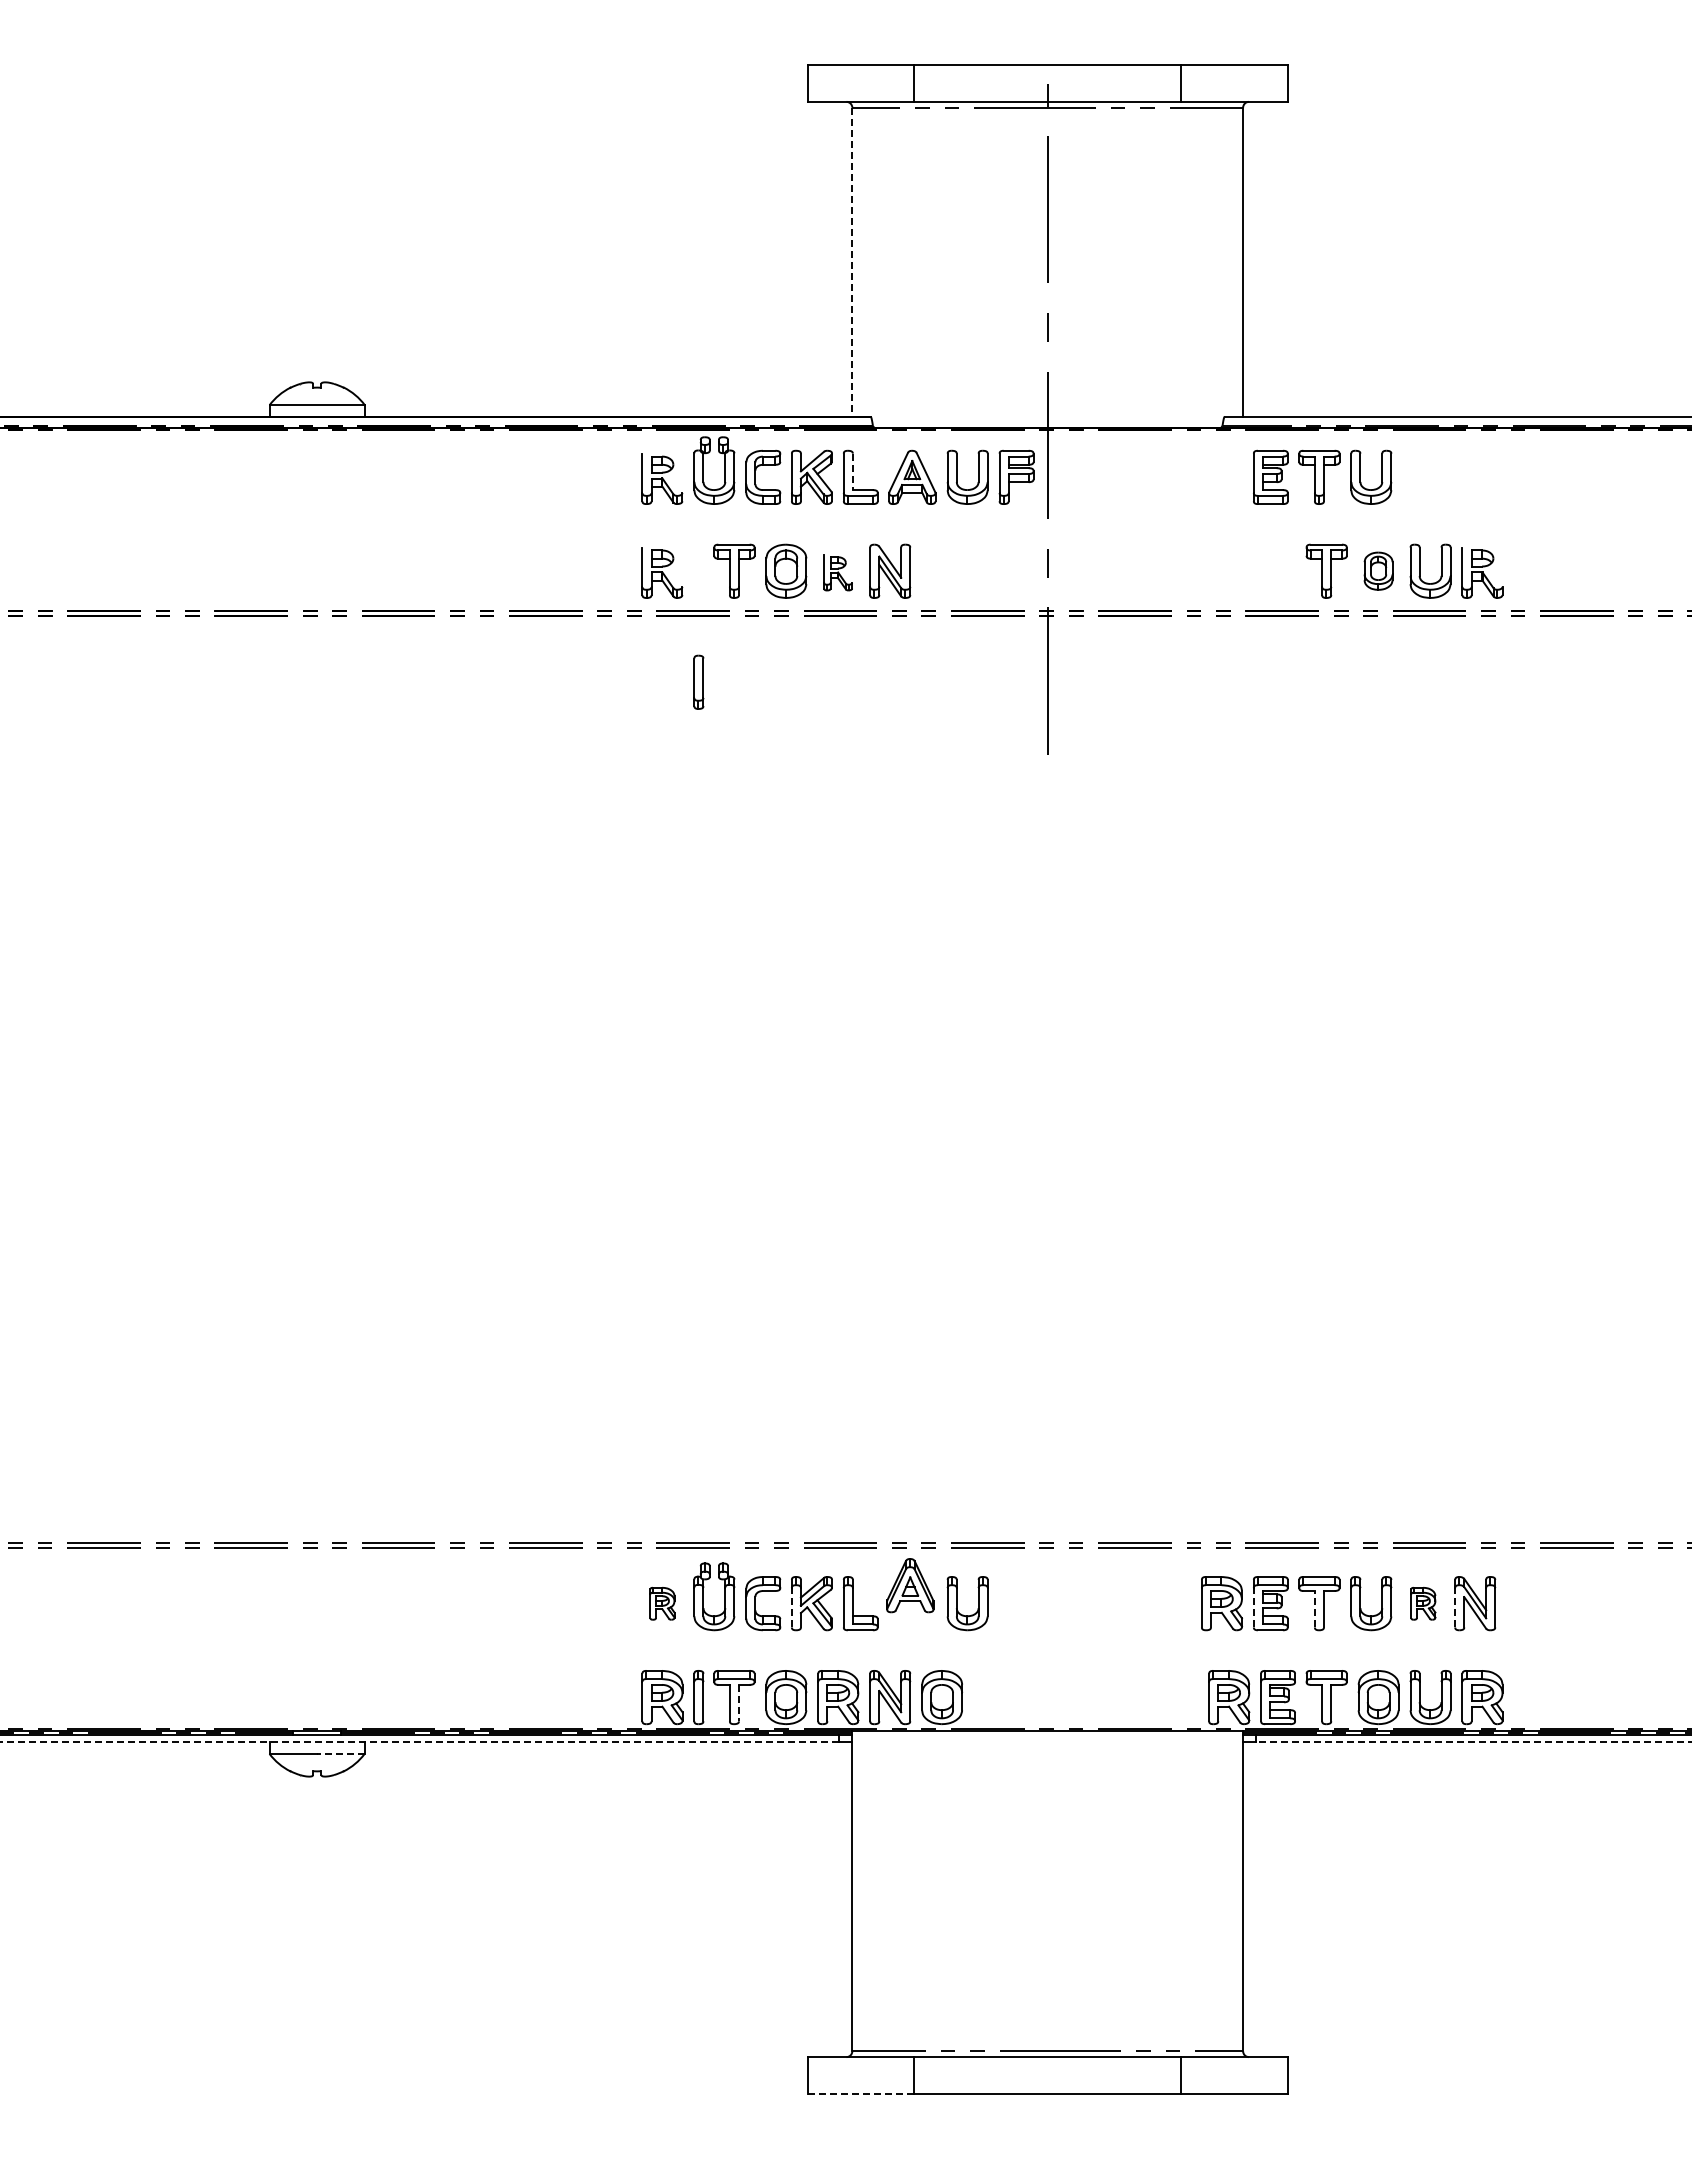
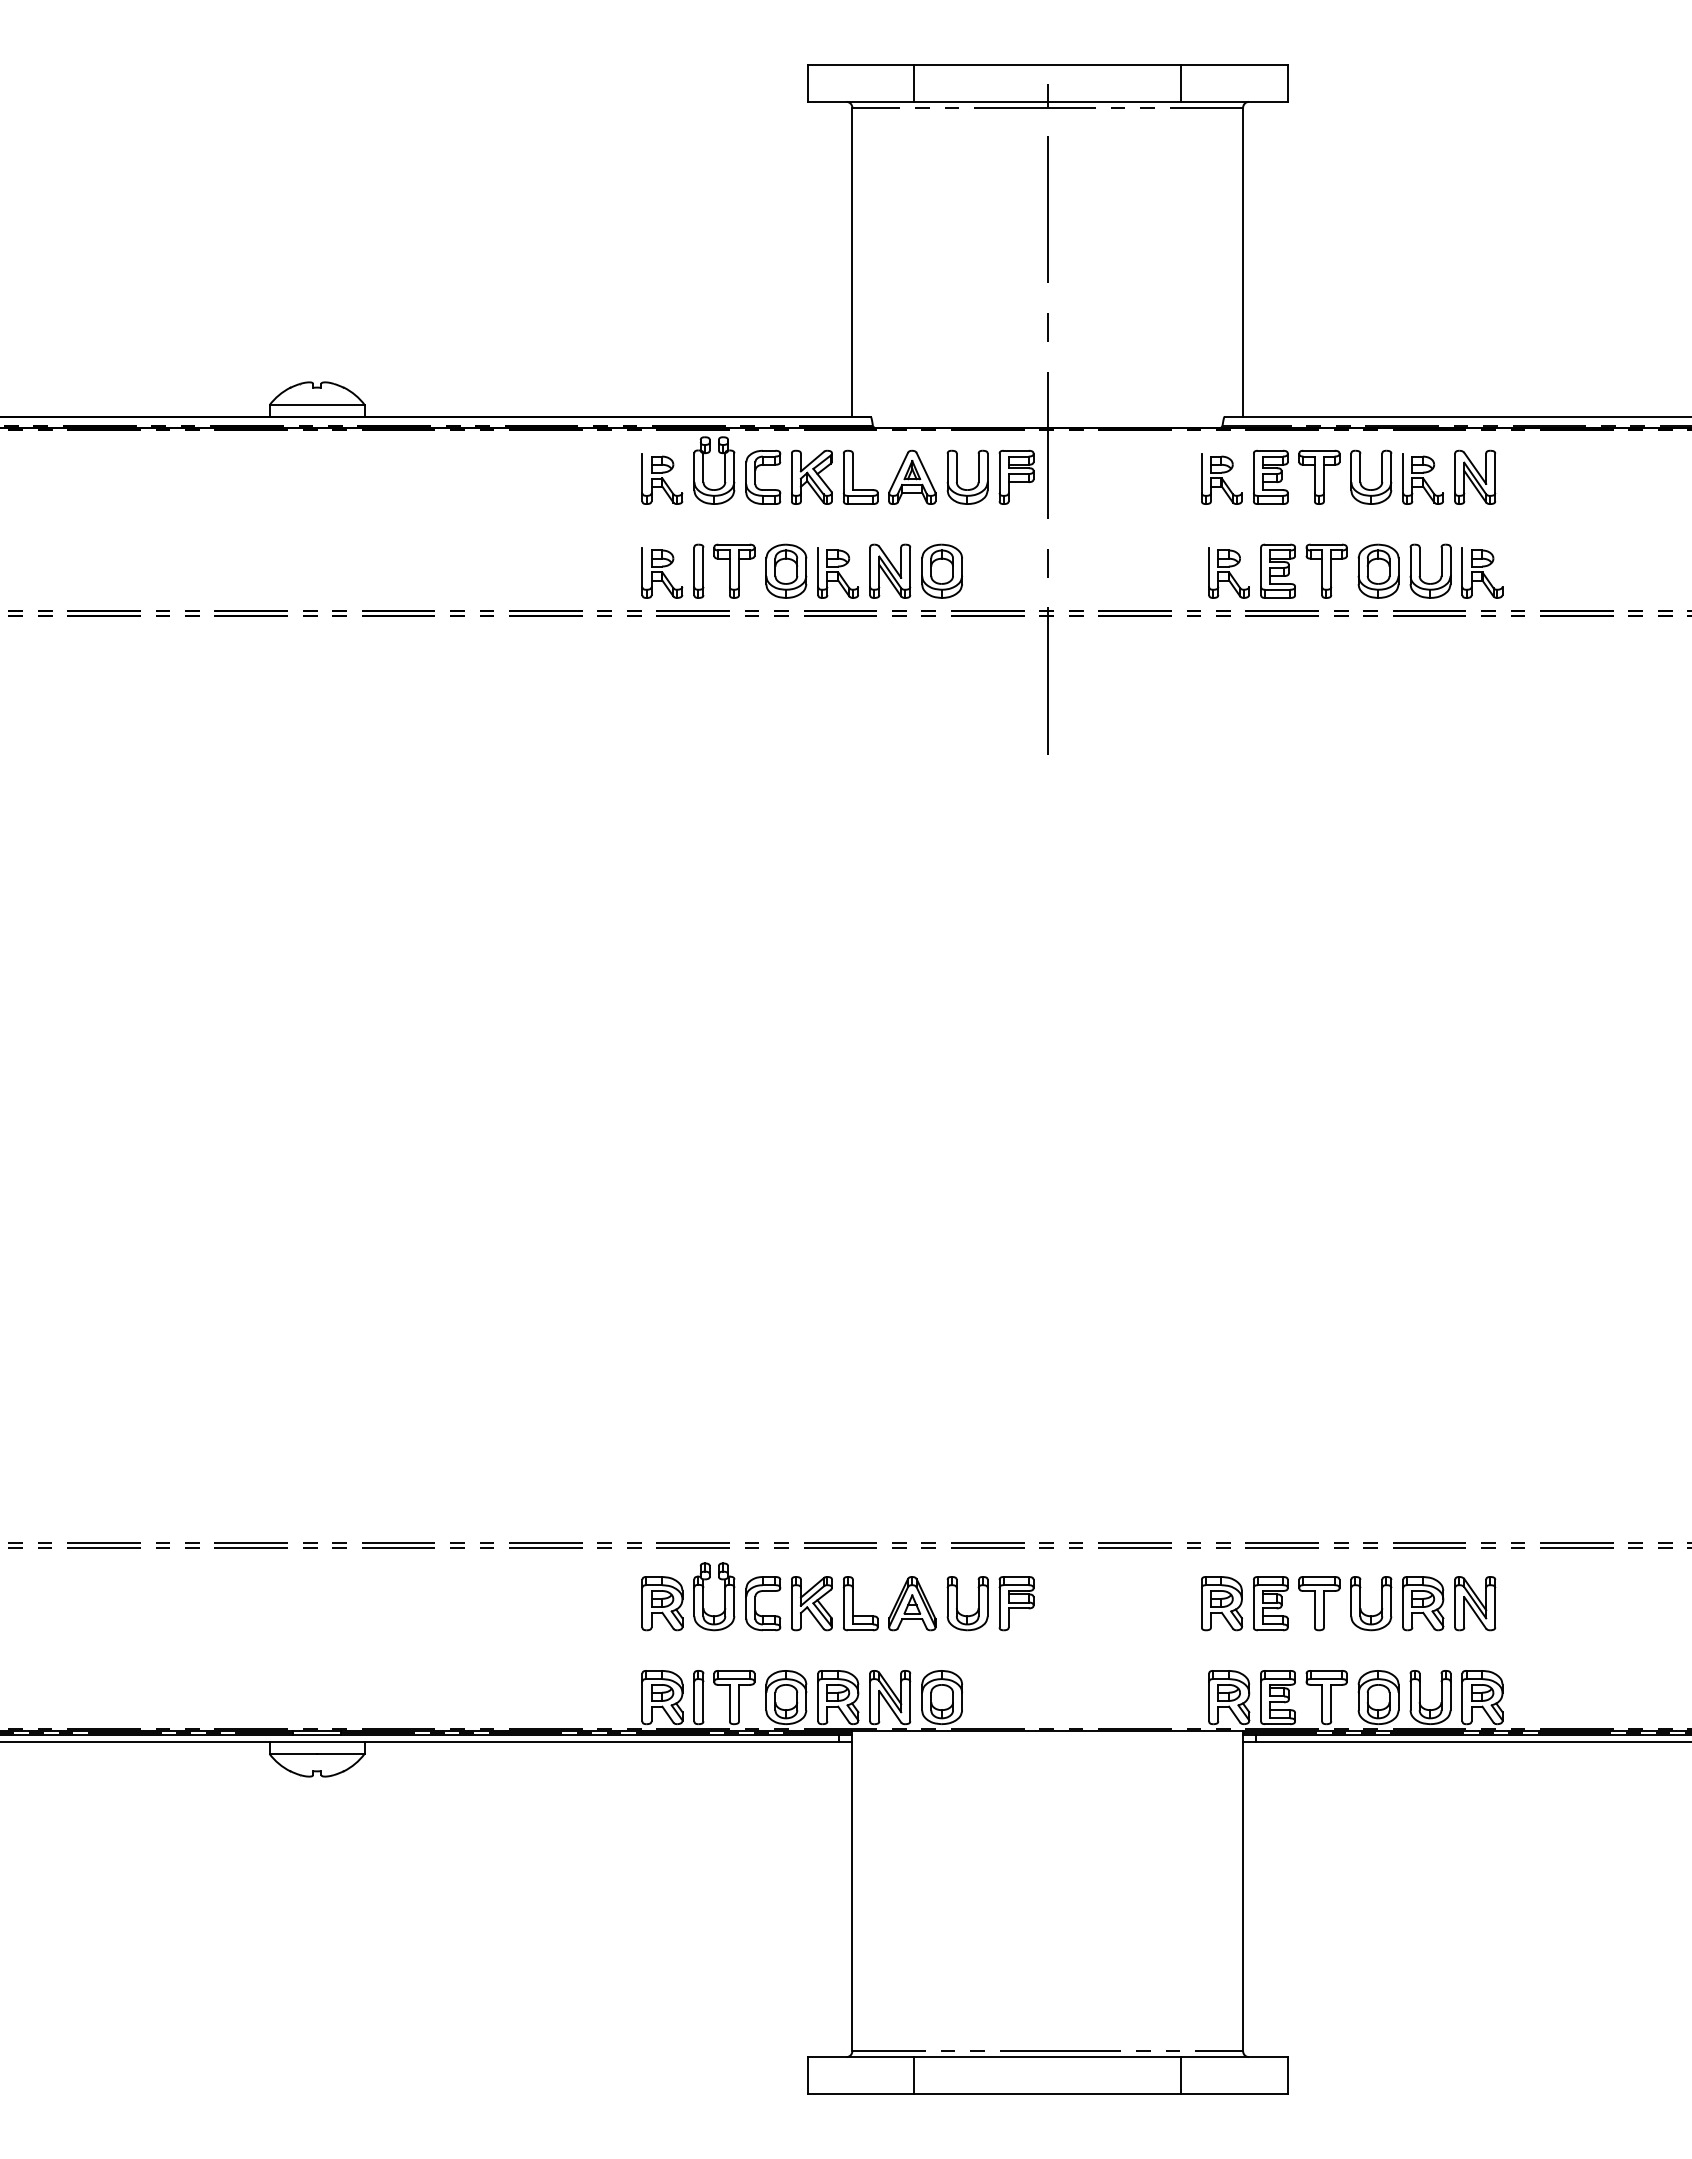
line at (852, 262): dashed -> solid
line at (852, 472): dashed -> solid
part at (1475, 476): none -> present
part at (1221, 478): none -> present
part at (1422, 478): none -> present
part at (941, 570): none -> present
part at (1277, 570): none -> present
part at (1378, 570) size: 31x40 px -> 43x56 px
part at (837, 572) size: 30x38 px -> 42x52 px
part at (1228, 572): none -> present
part at (698, 681) position: (698, 681) -> (698, 570)
part at (910, 1585) position: (910, 1585) -> (912, 1603)
part at (662, 1603) size: 27x35 px -> 43x56 px
part at (1016, 1603): none -> present
part at (1423, 1603) size: 27x34 px -> 43x56 px
line at (791, 1607): dashed -> solid
line at (1253, 1607): dashed -> solid
line at (1455, 1607): dashed -> solid
line at (1314, 1608): dashed -> solid
line at (739, 1703): dashed -> solid
line at (419, 1742): dashed -> solid
line at (1473, 1742): dashed -> solid
line at (340, 1753): dashed -> solid
line at (860, 2094): dashed -> solid
